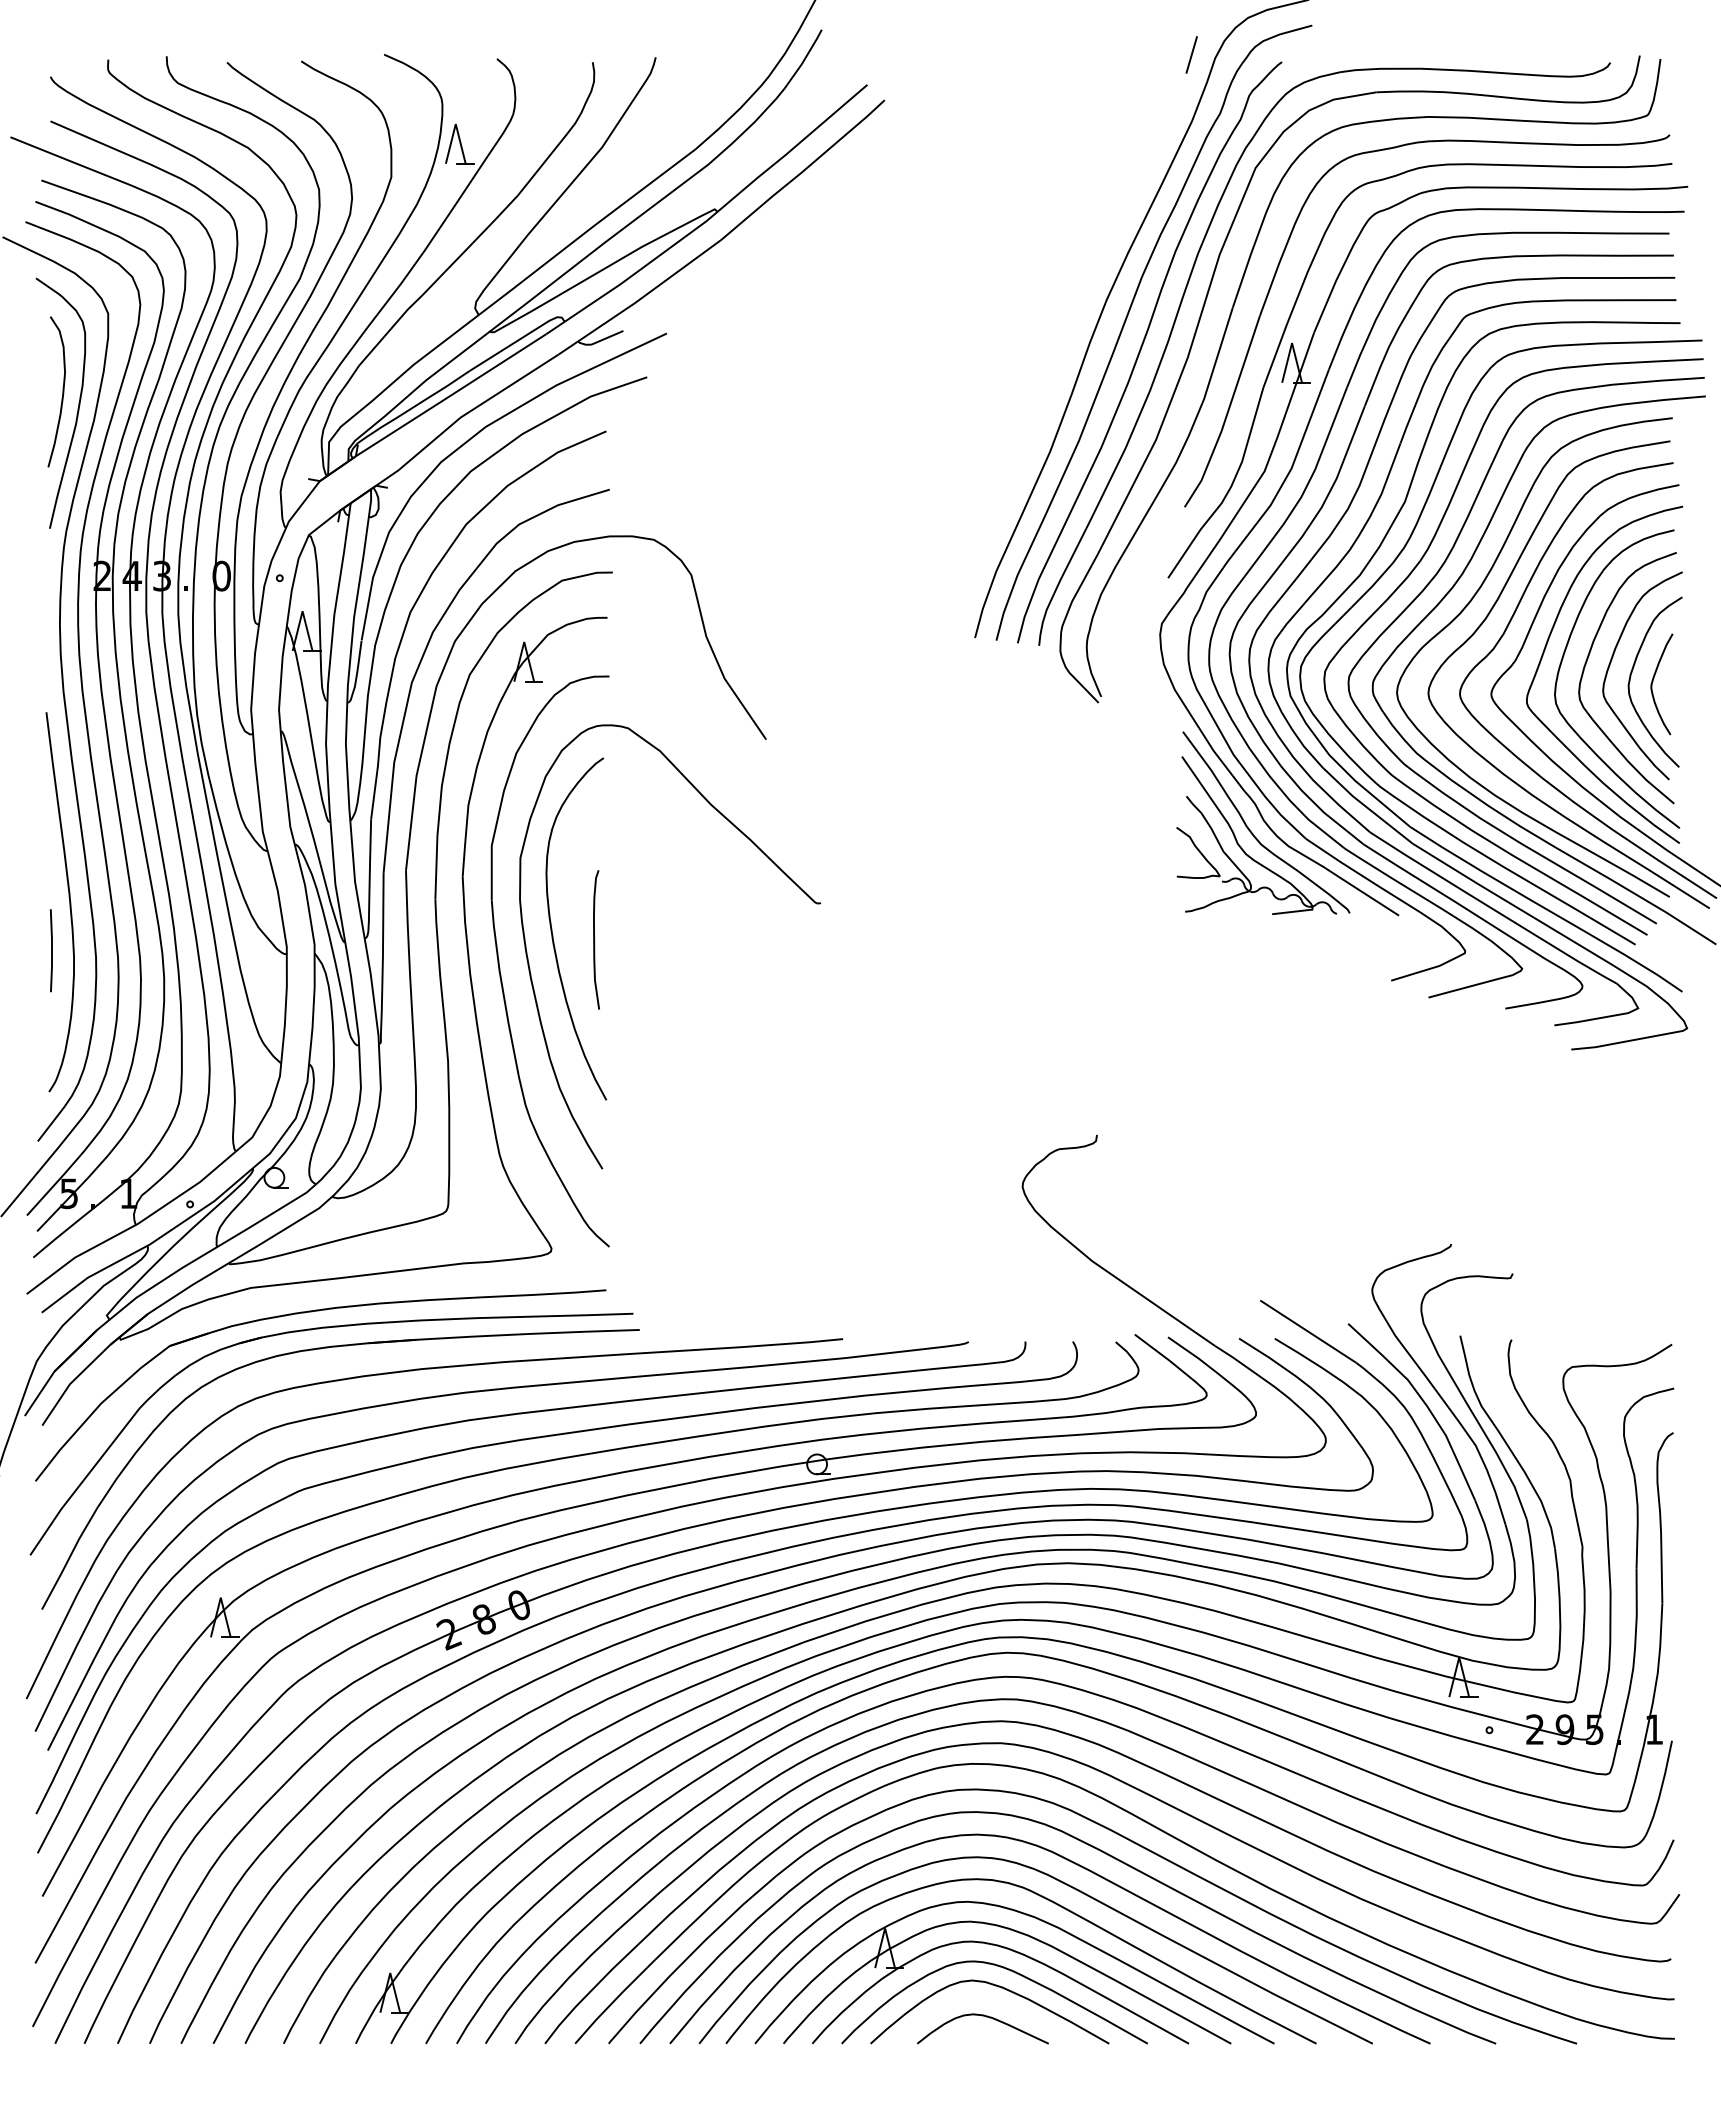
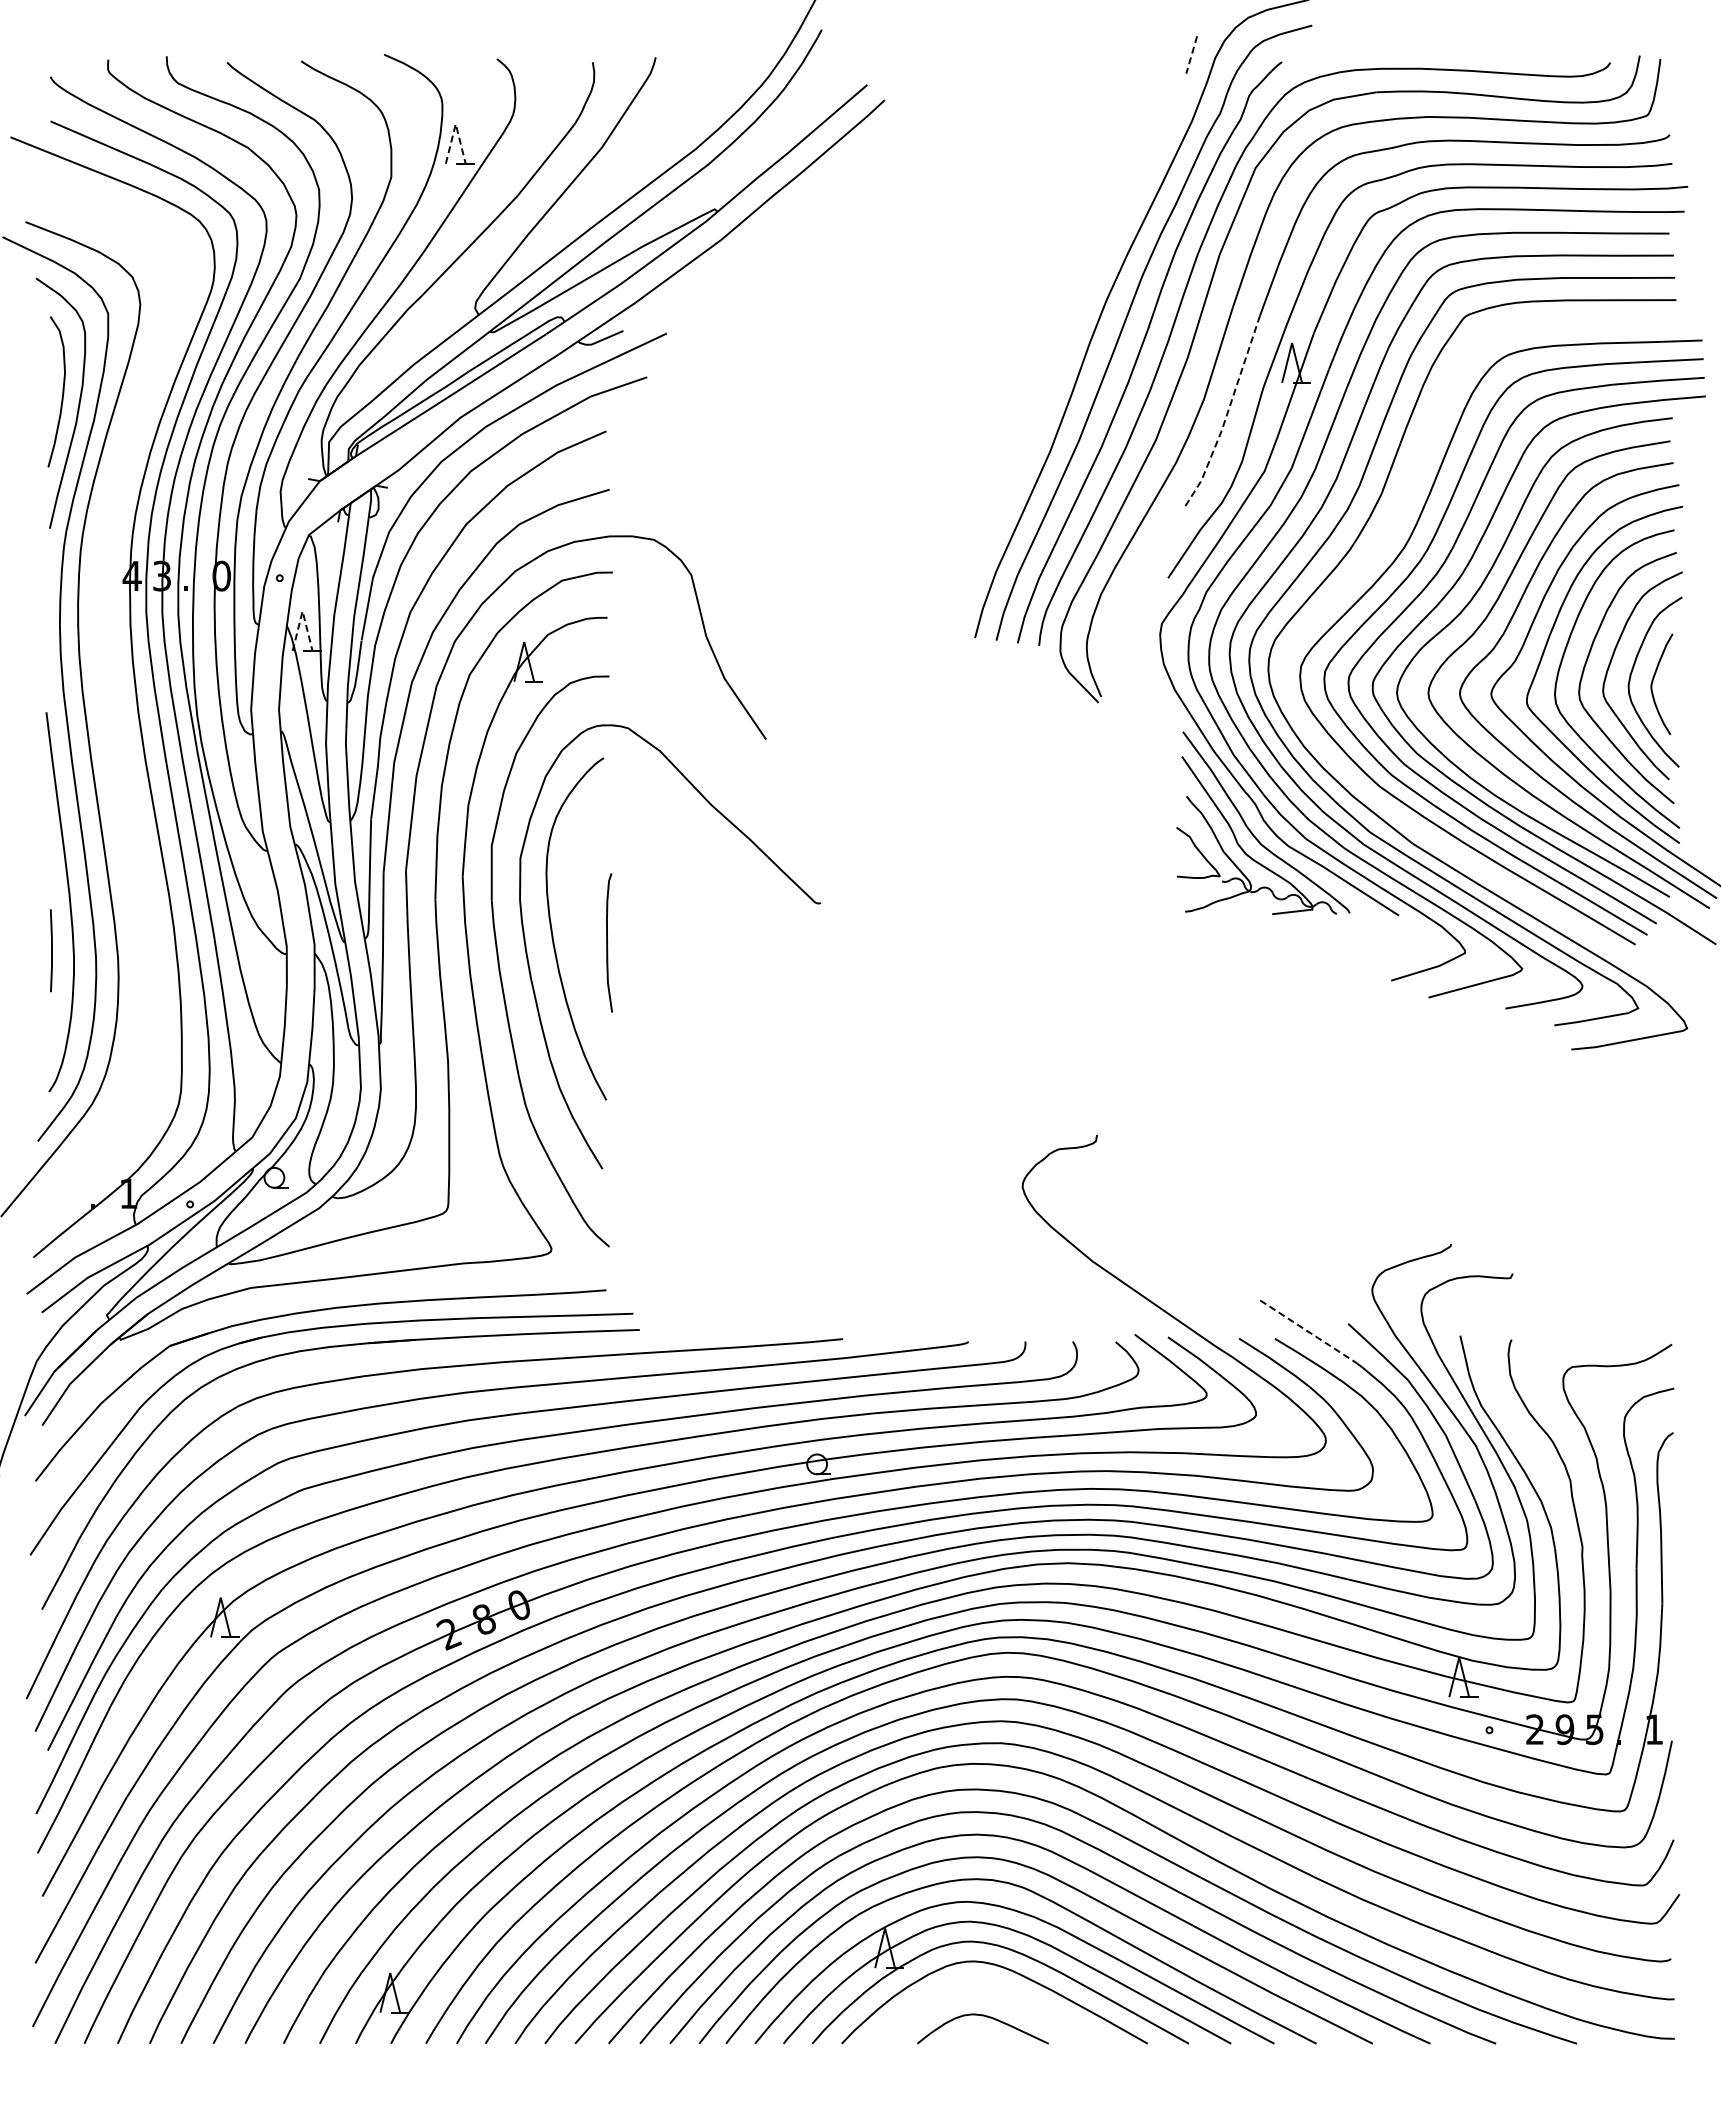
line at (1191, 55): solid -> dashed
line at (455, 124): solid -> dashed
line at (1226, 415): solid -> dashed
part at (1362, 573): present -> none
line at (302, 611): solid -> dashed
part at (106, 705): present -> none
curve at (594, 939) position: (594, 939) -> (607, 942)
line at (1308, 1331): solid -> dashed
curve at (998, 1987): present -> none
